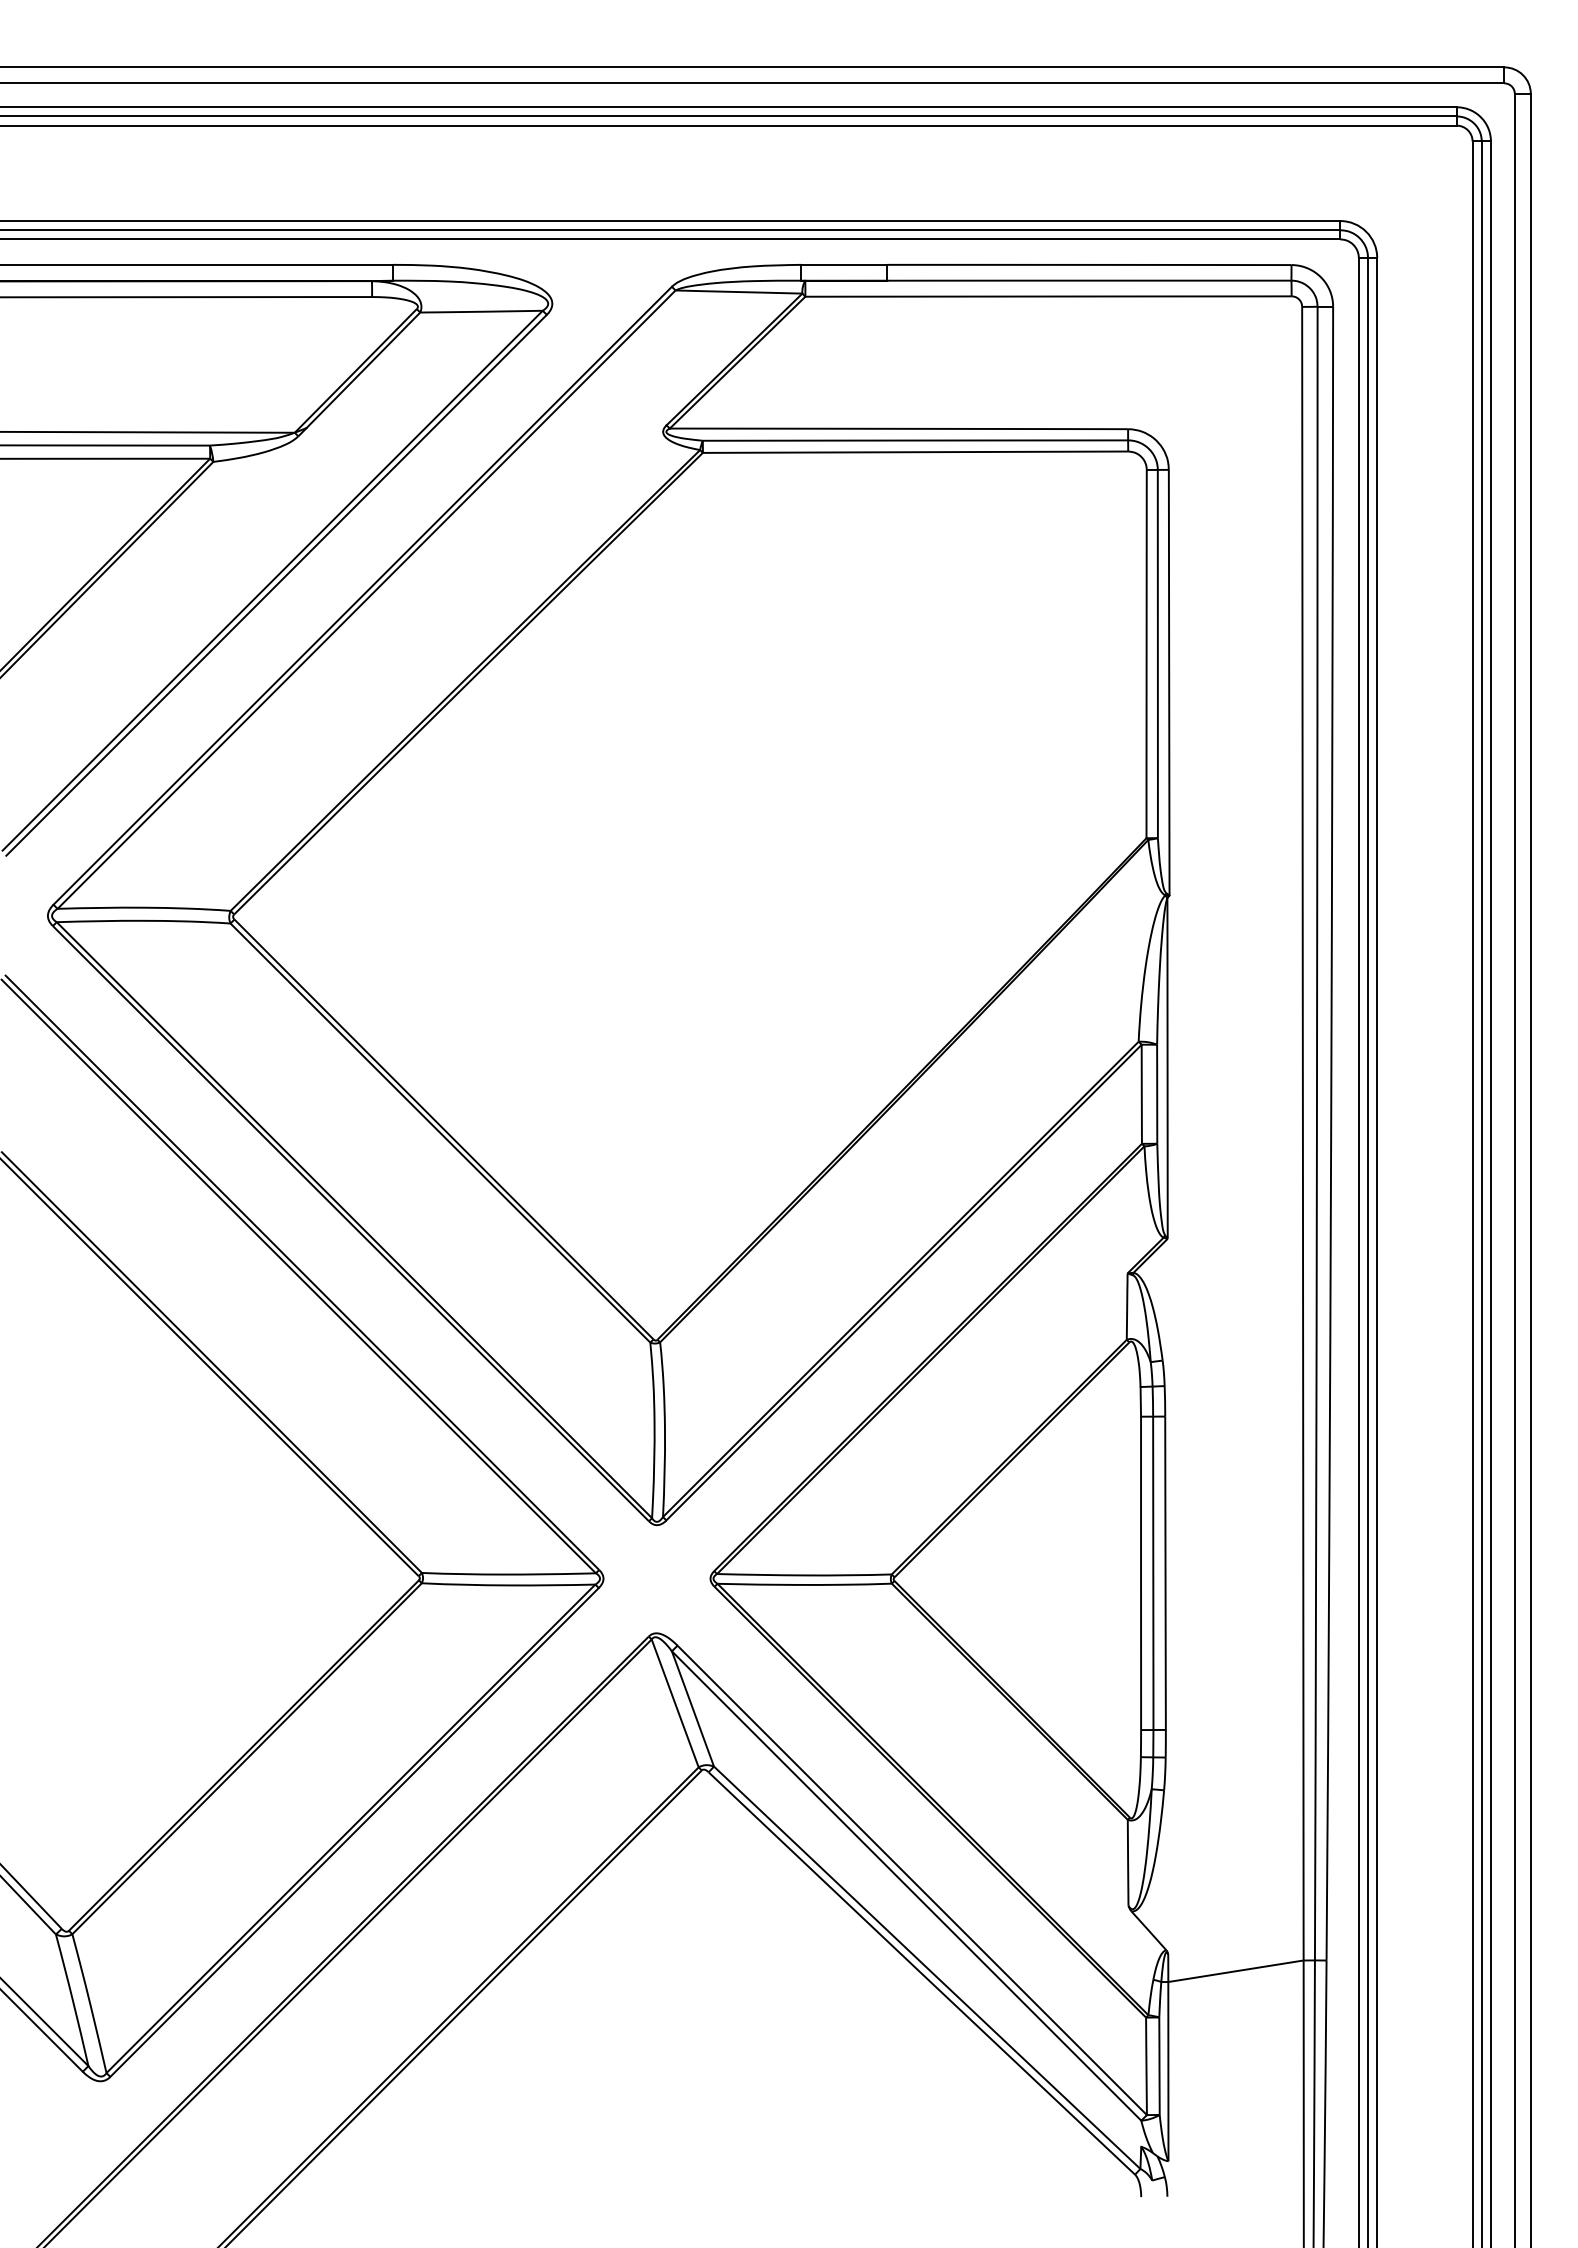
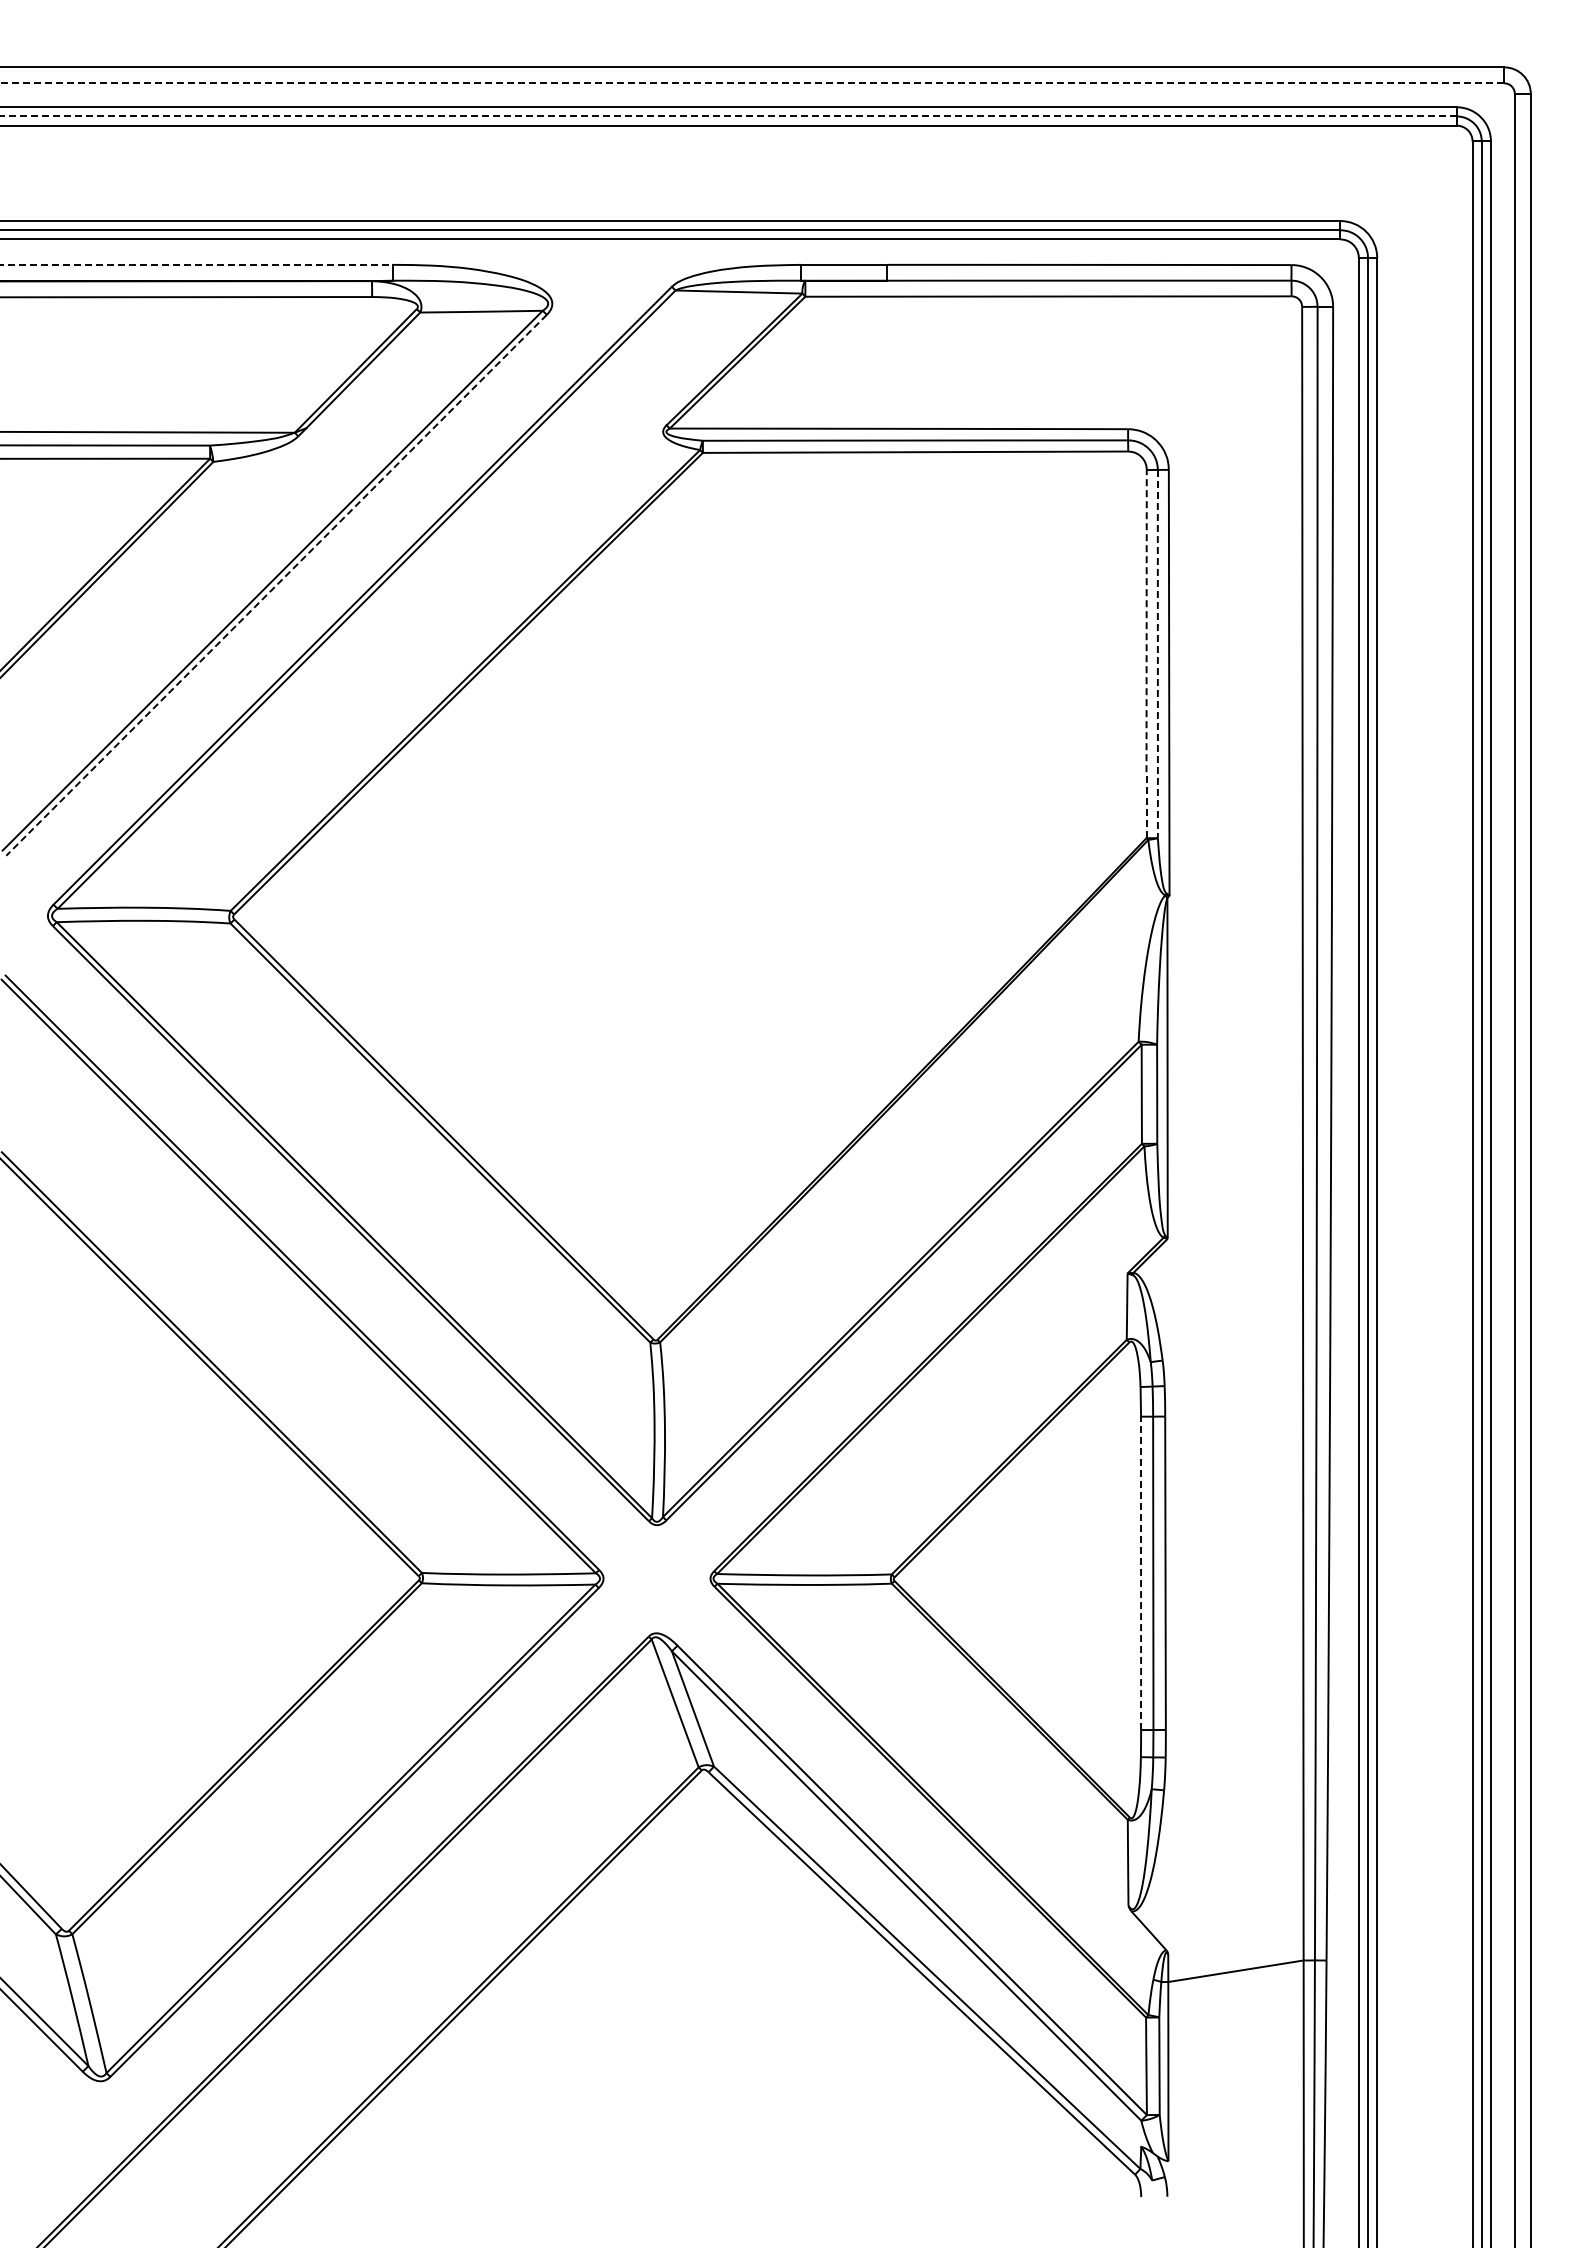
line at (752, 83): solid -> dashed
line at (728, 116): solid -> dashed
line at (197, 264): solid -> dashed
line at (276, 585): solid -> dashed
line at (1157, 652): solid -> dashed
line at (1146, 653): solid -> dashed
line at (1141, 1572): solid -> dashed
